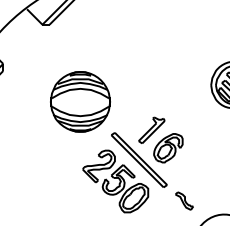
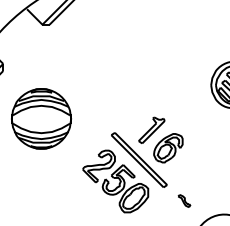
part at (80, 101) position: (80, 101) -> (41, 118)
part at (184, 200) size: 19x20 px -> 15x14 px
